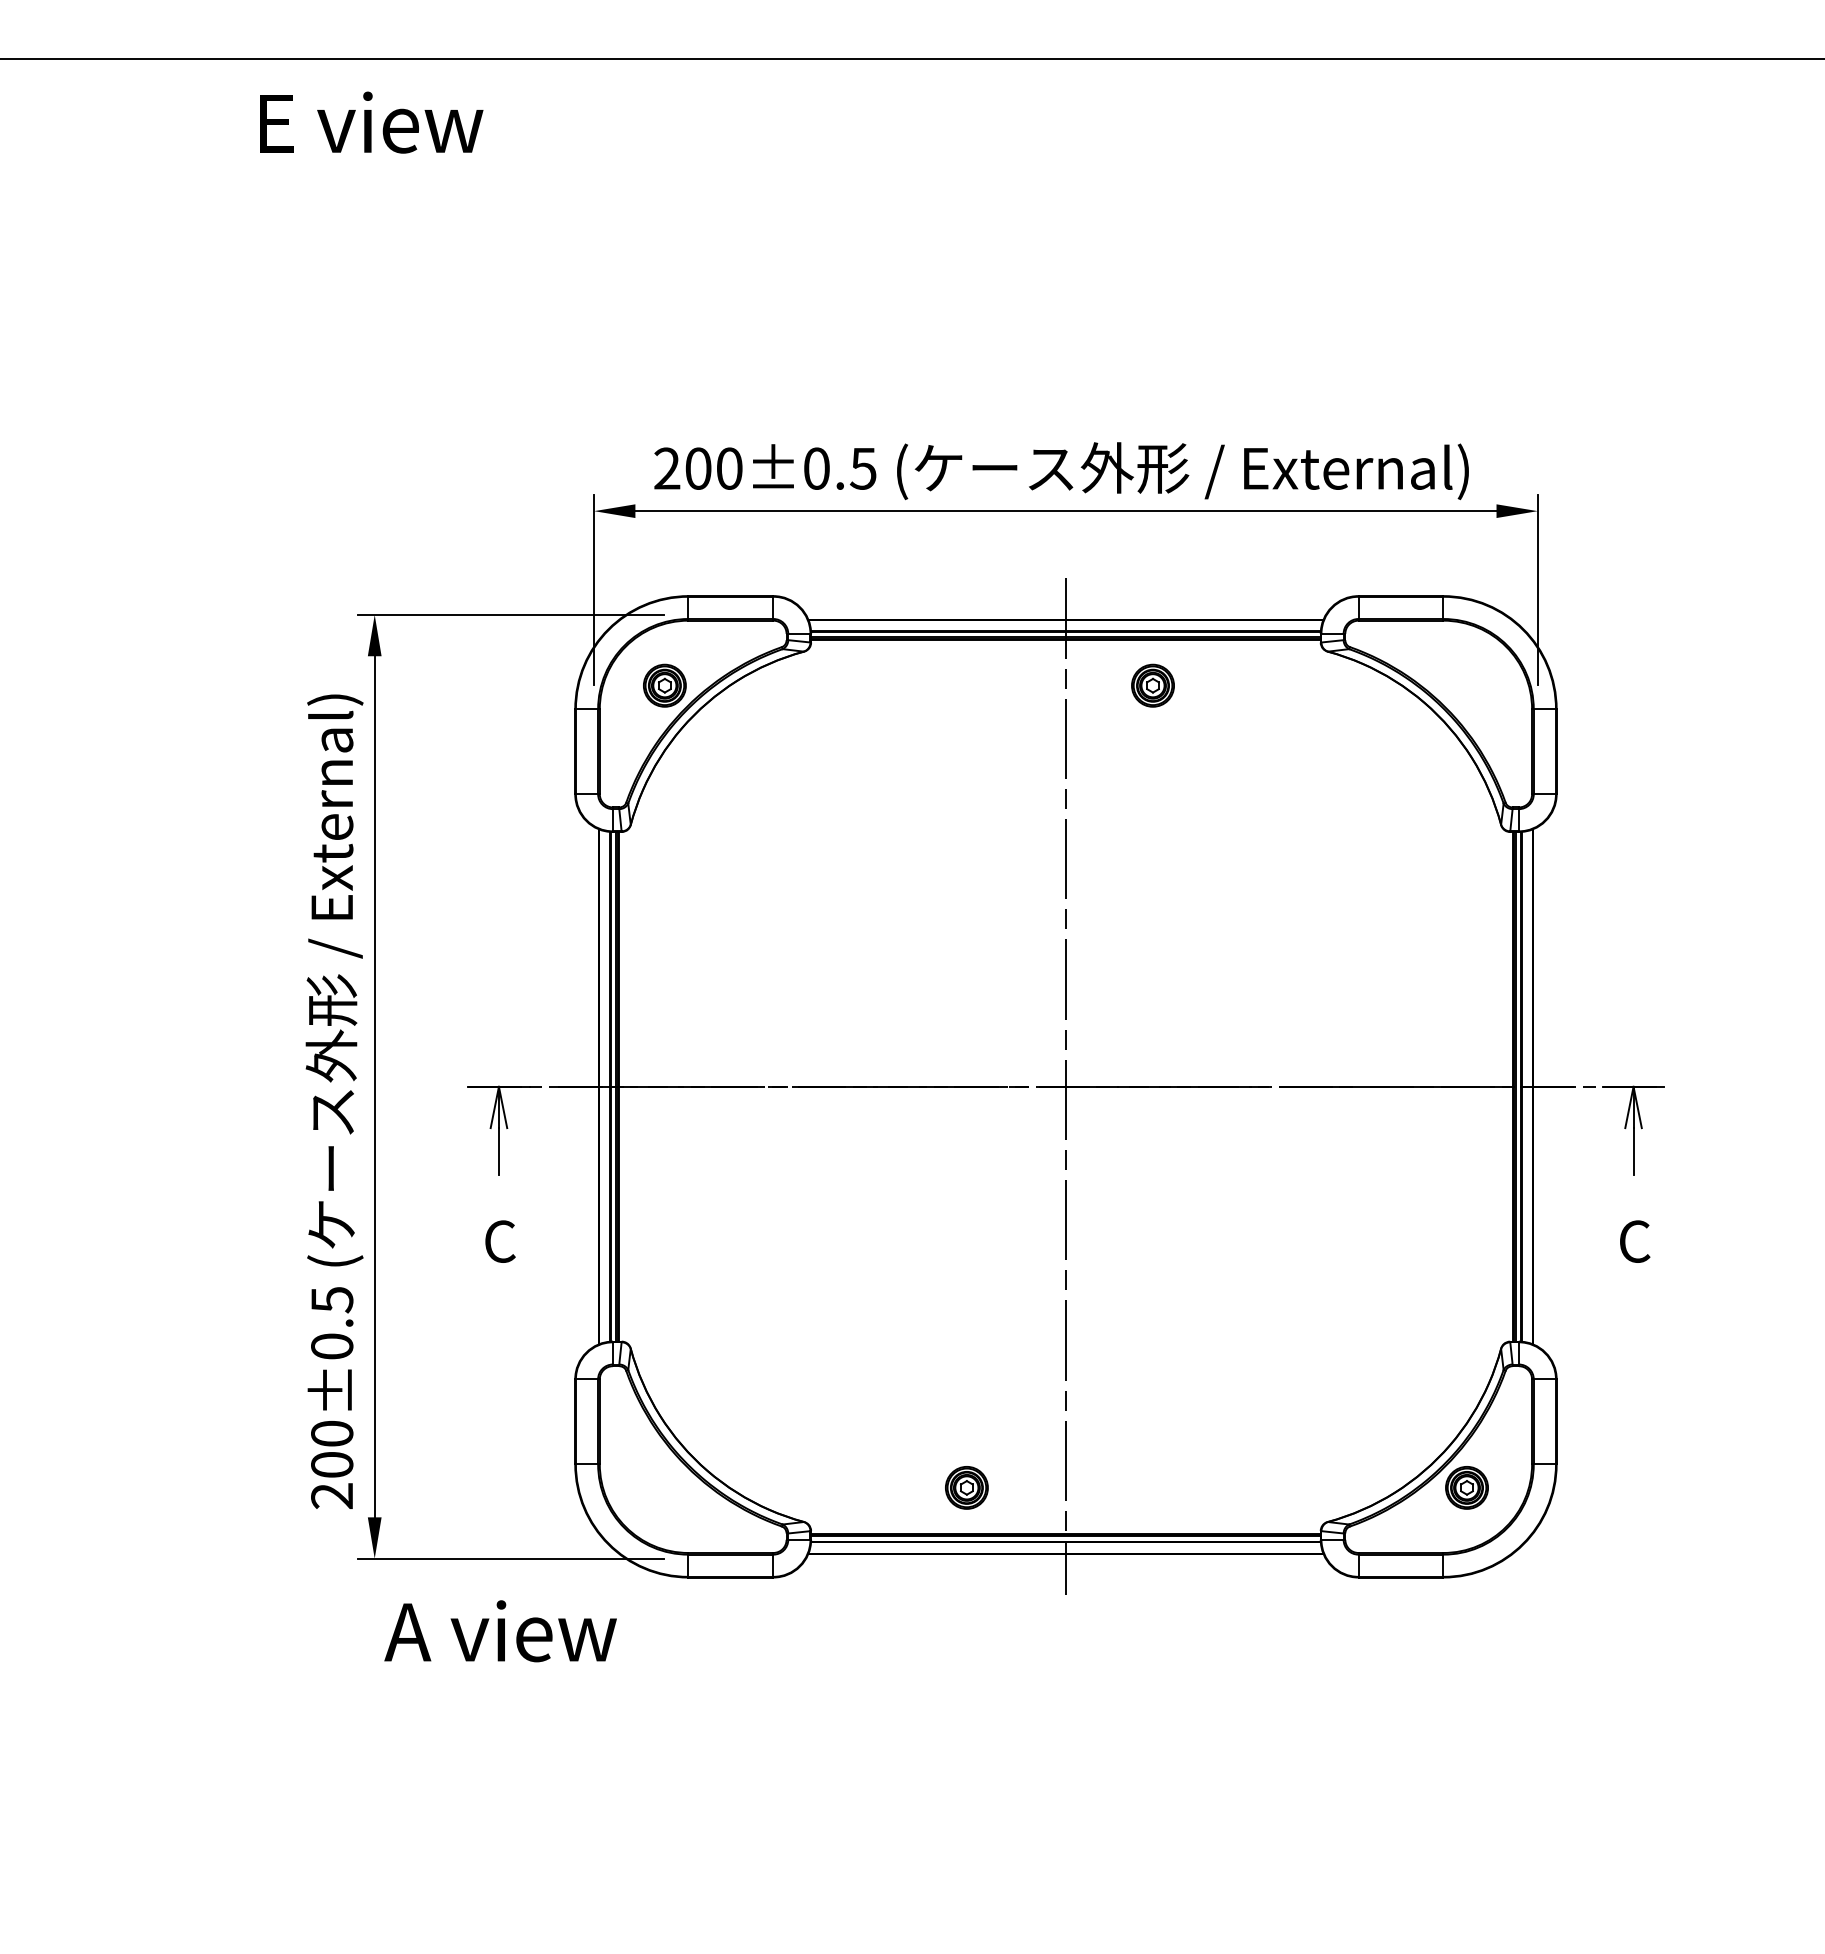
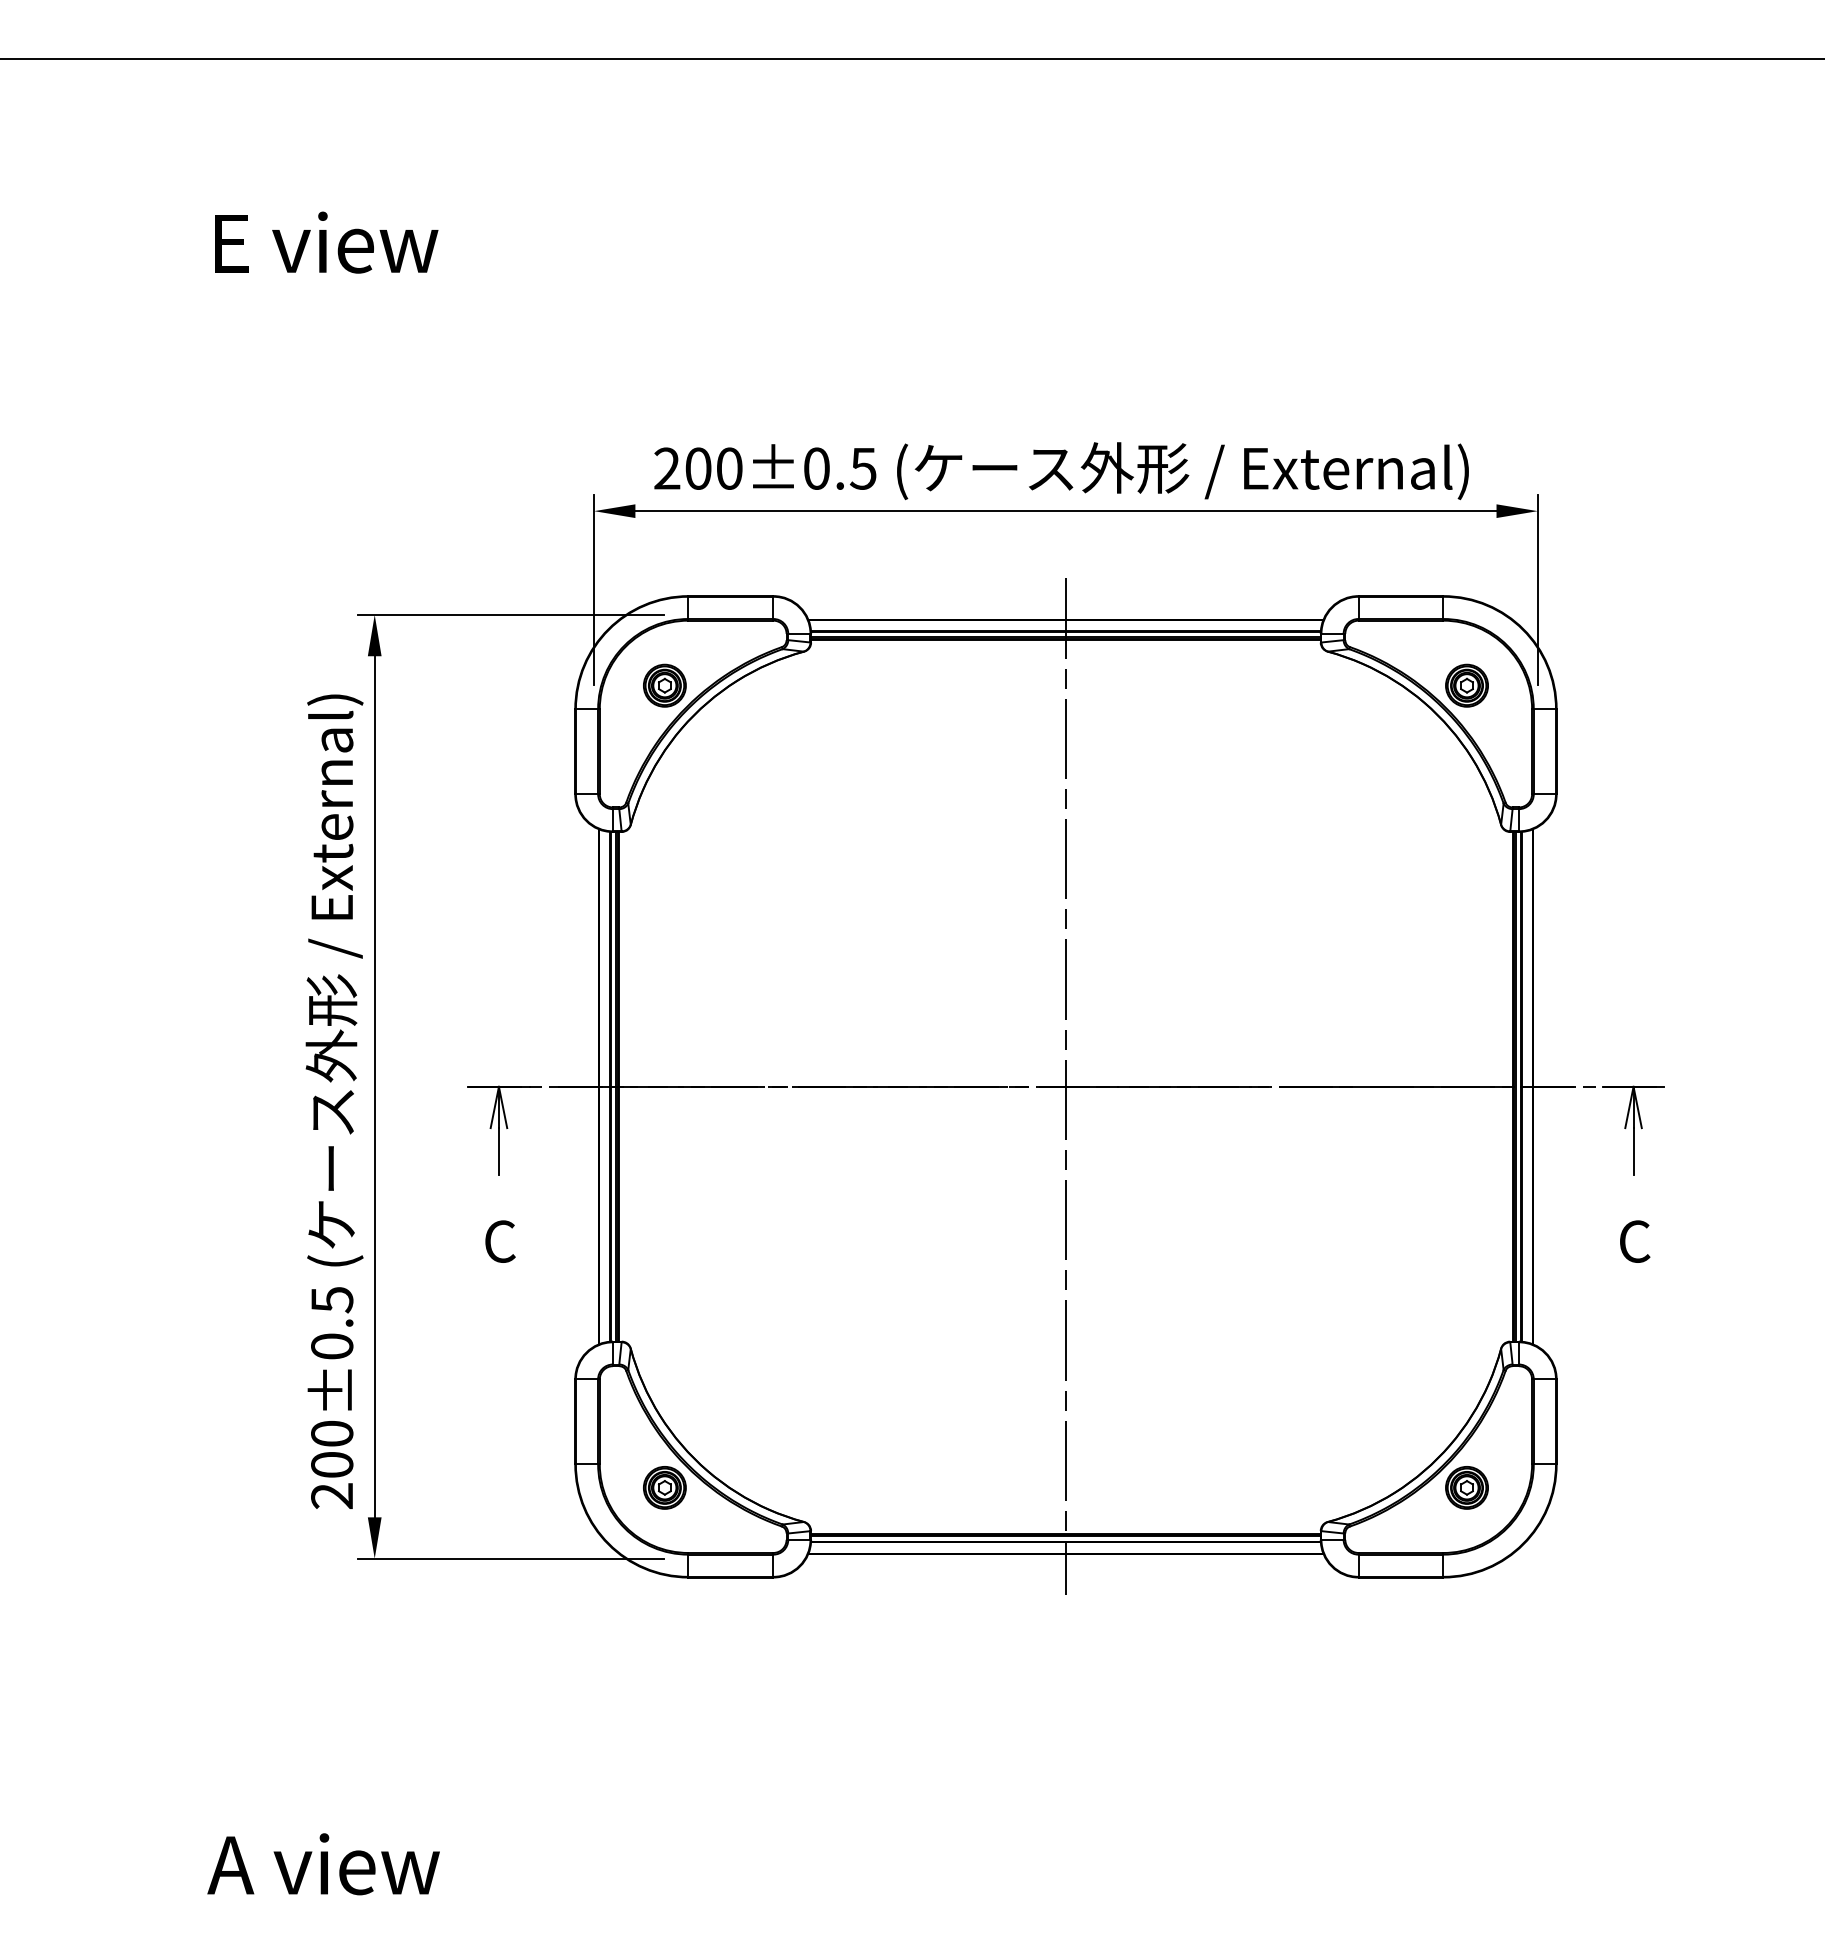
text at (371, 122) position: (371, 122) -> (326, 242)
part at (1152, 685) position: (1152, 685) -> (1466, 685)
part at (966, 1487) position: (966, 1487) -> (664, 1487)
text at (500, 1631) position: (500, 1631) -> (323, 1864)
